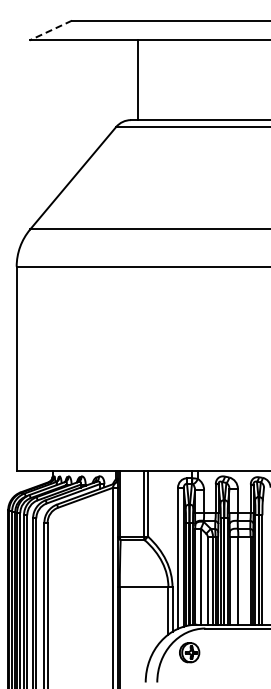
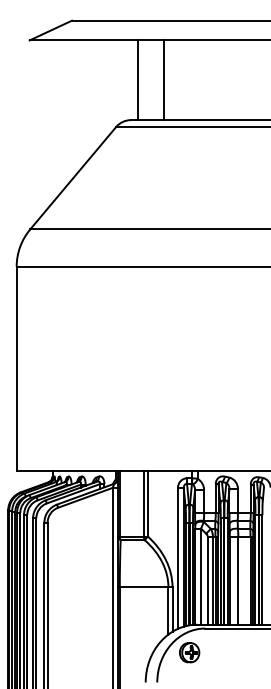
line at (50, 30): dashed -> solid
line at (164, 80): none -> present
